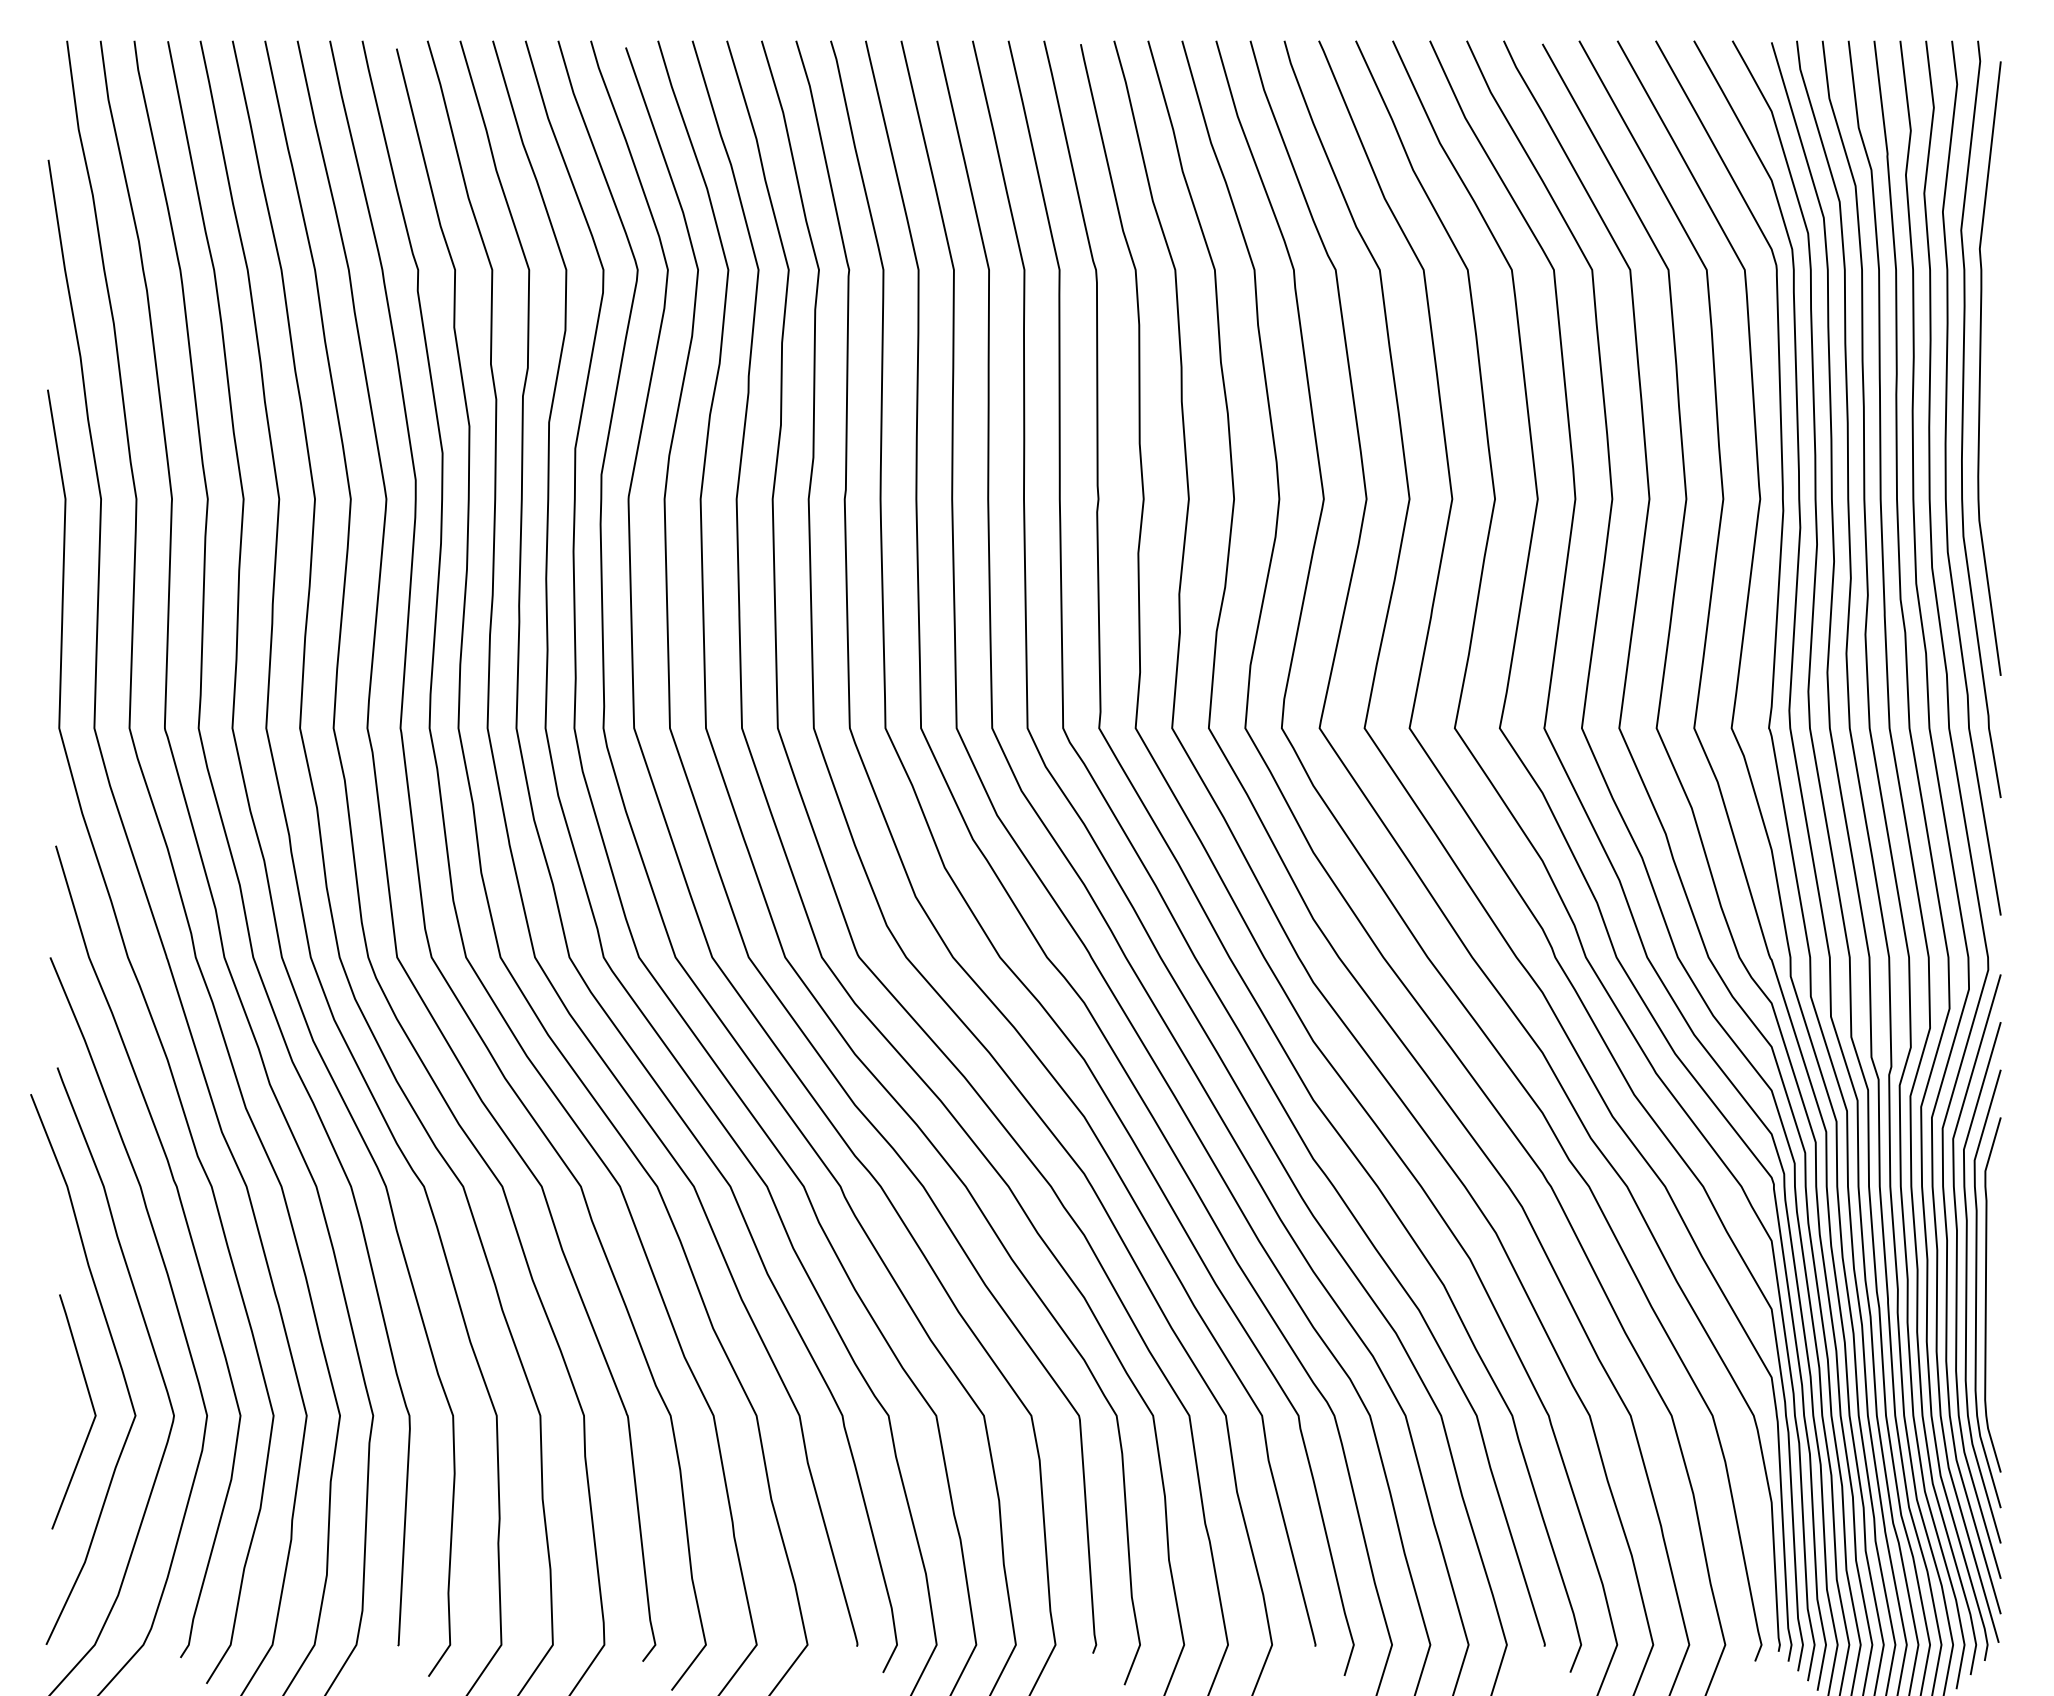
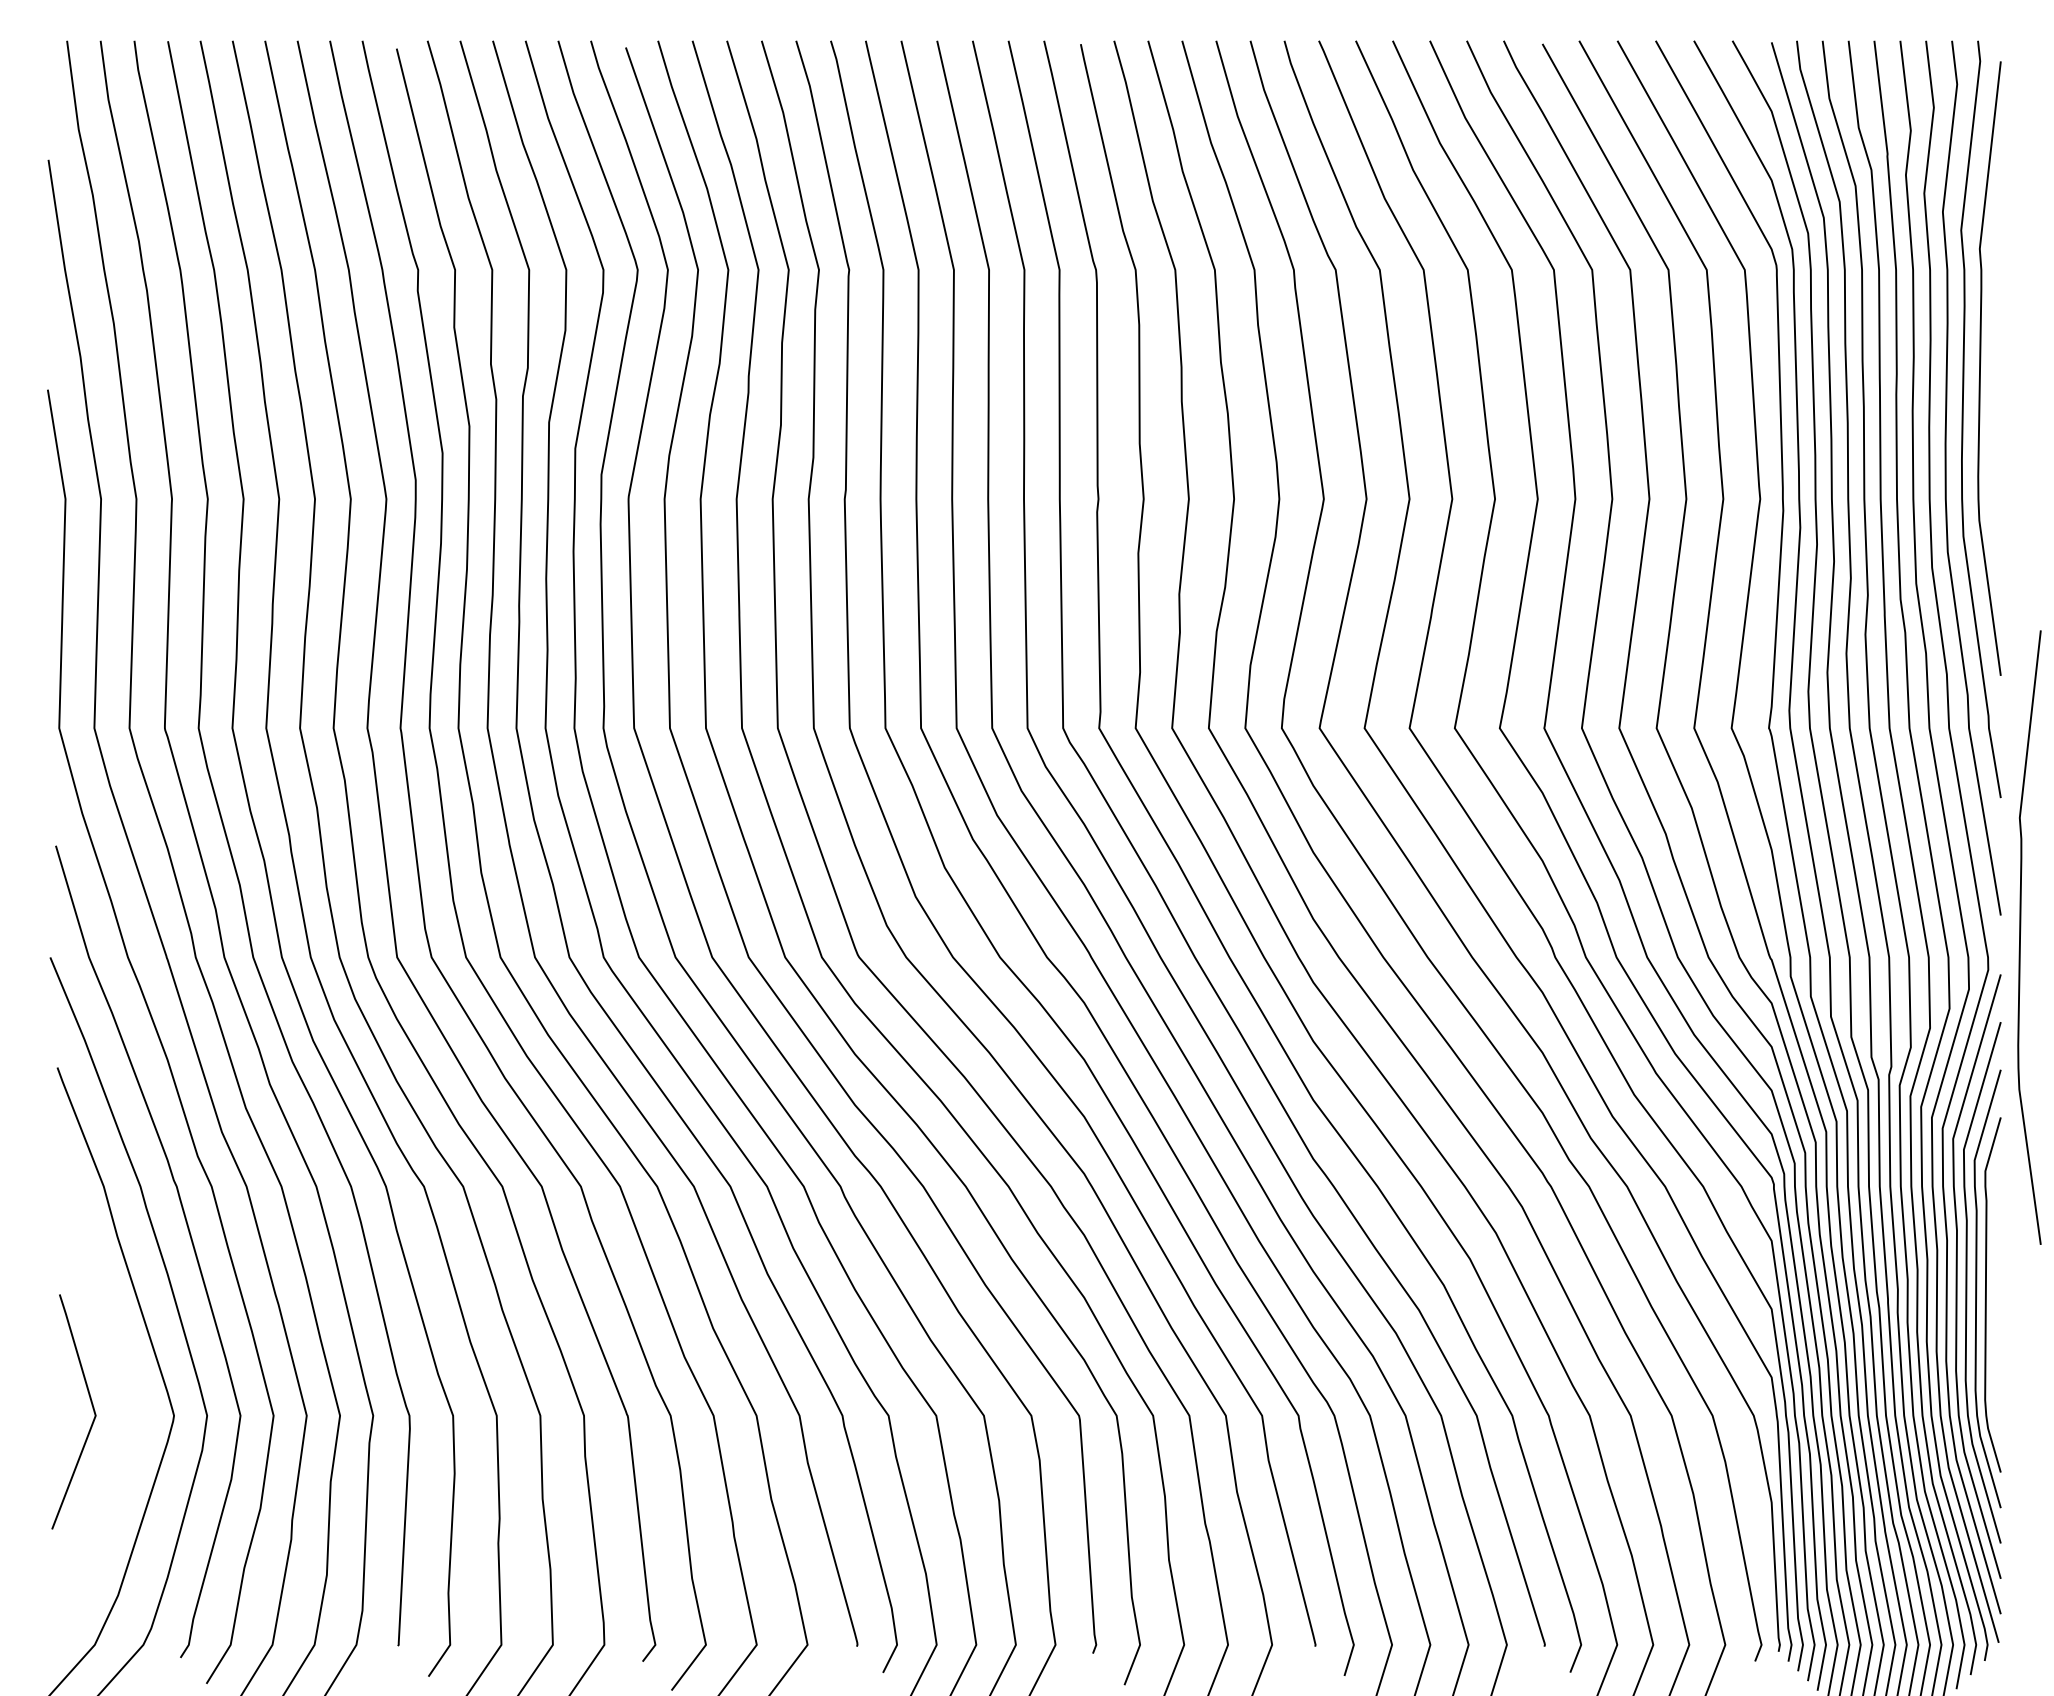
curve at (2020, 937): none -> present
curve at (117, 1359): present -> none
